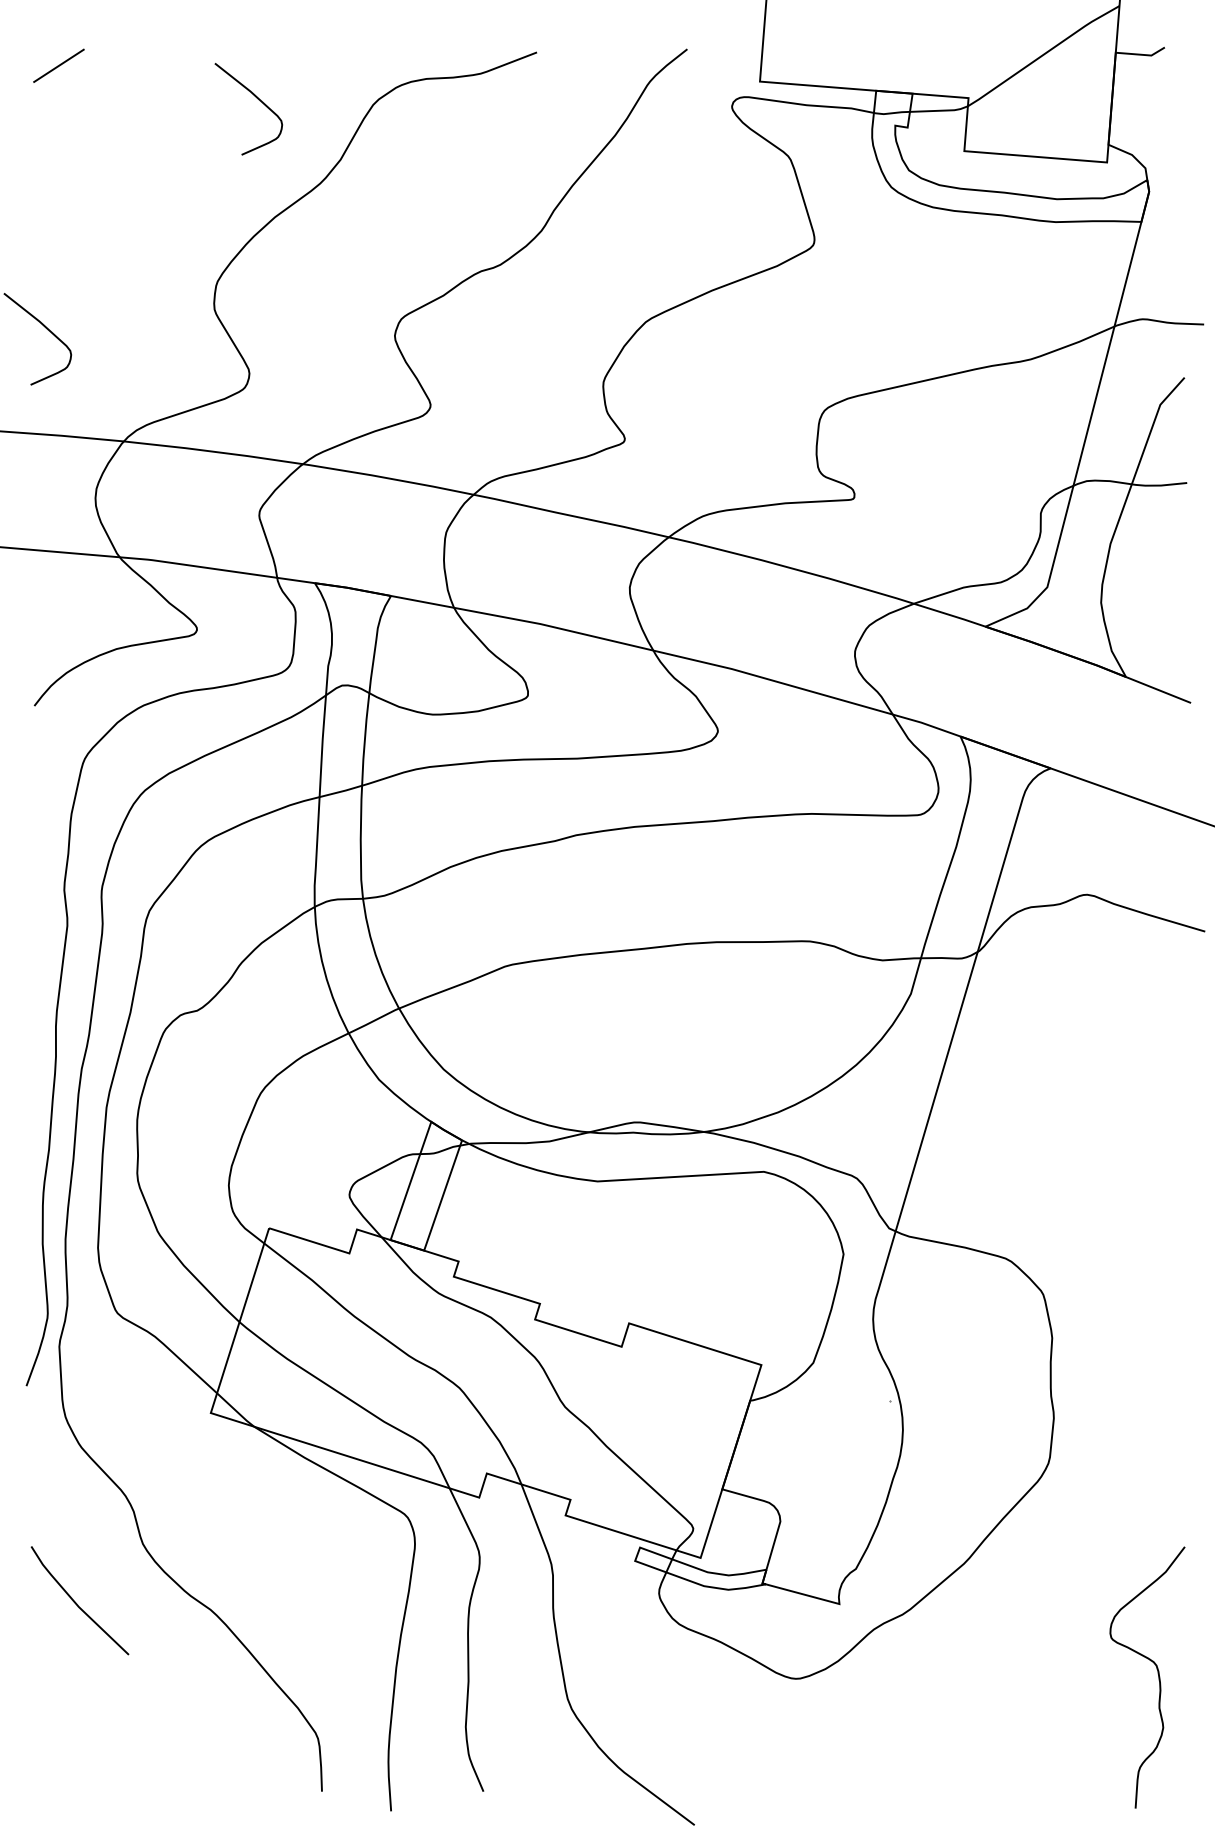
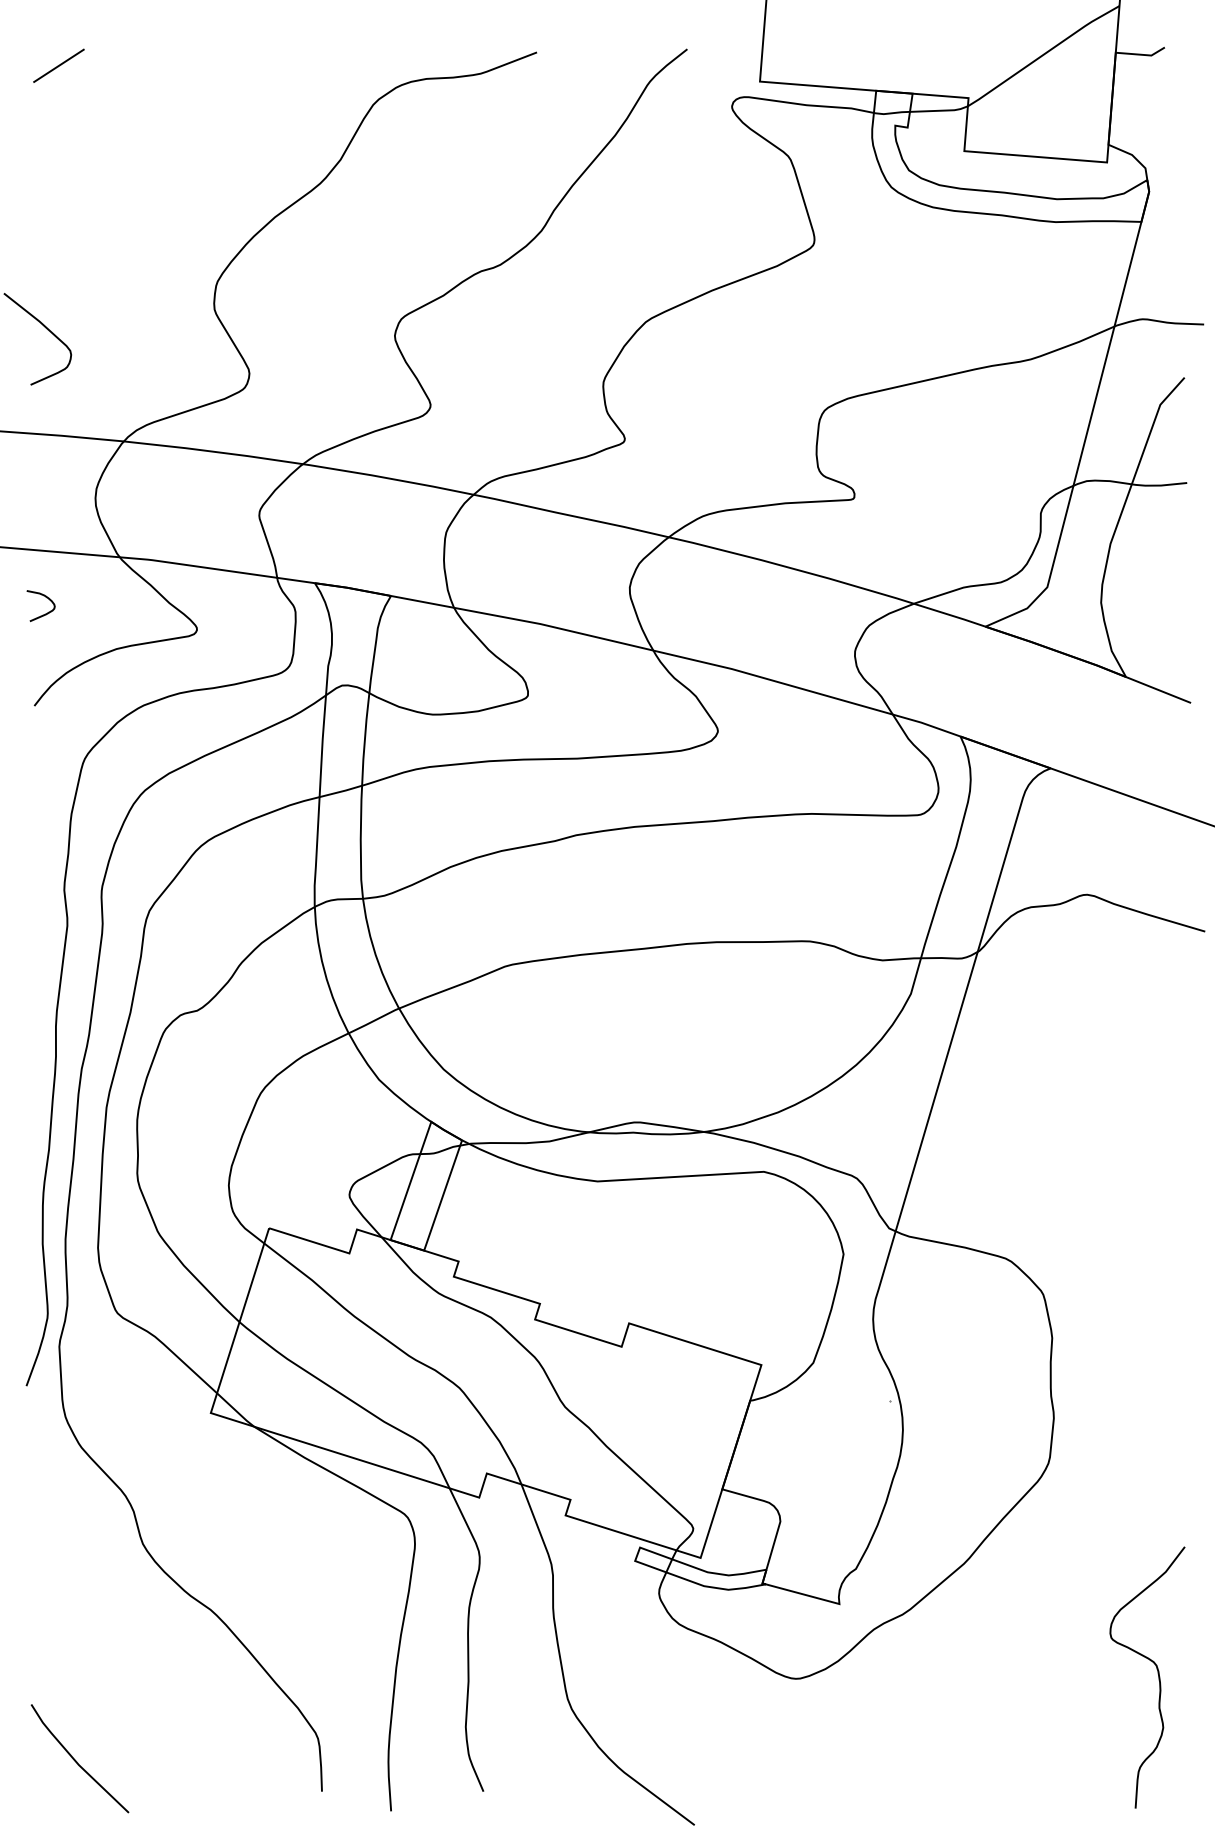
curve at (257, 99): present -> none
curve at (46, 598): none -> present
line at (76, 1602) position: (76, 1602) -> (76, 1760)
